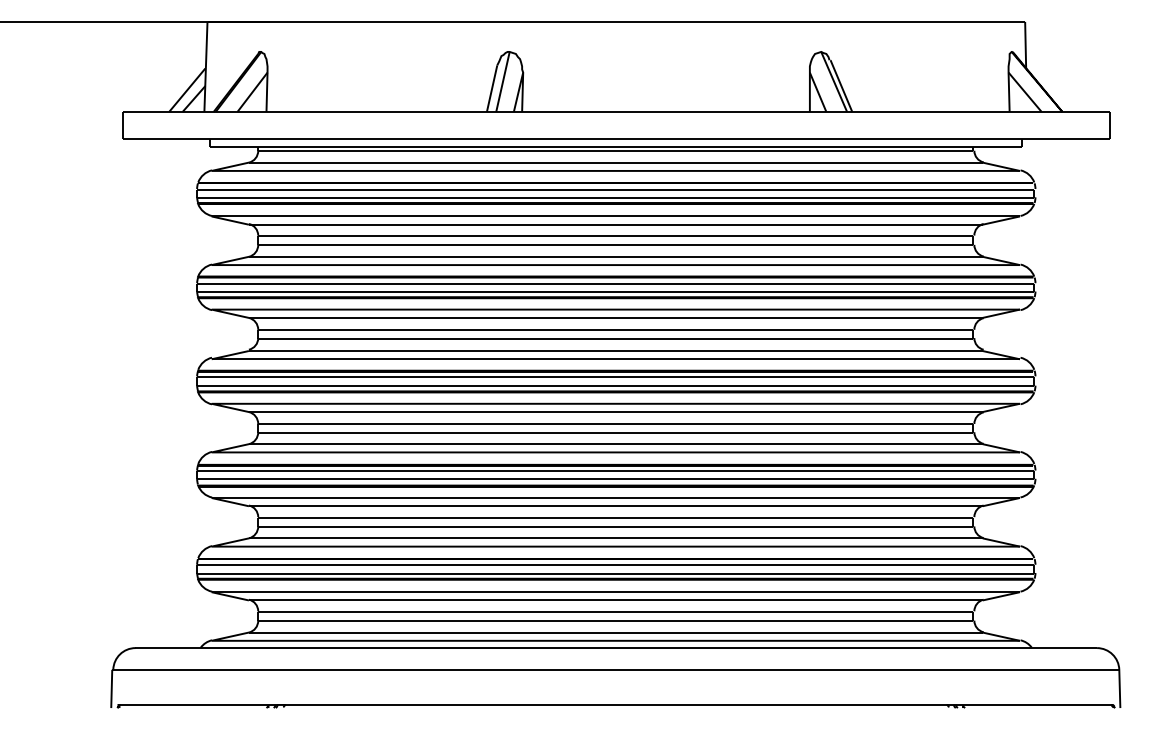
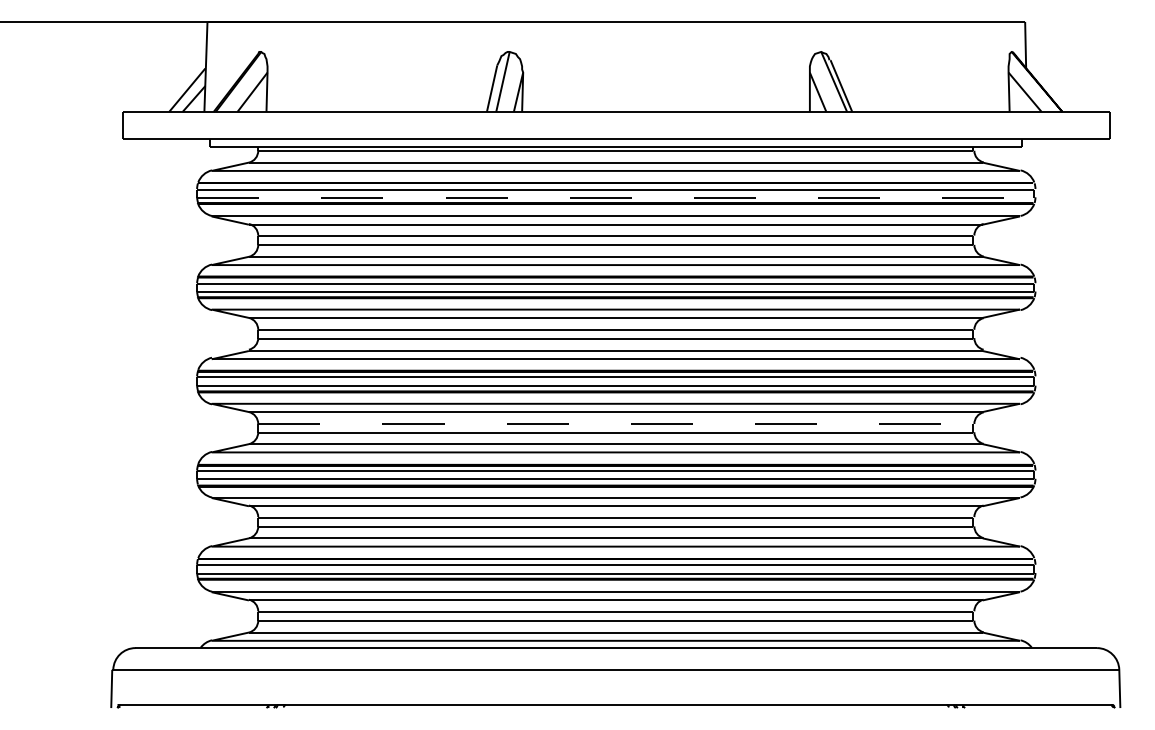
line at (615, 197): solid -> dashed
line at (615, 424): solid -> dashed
